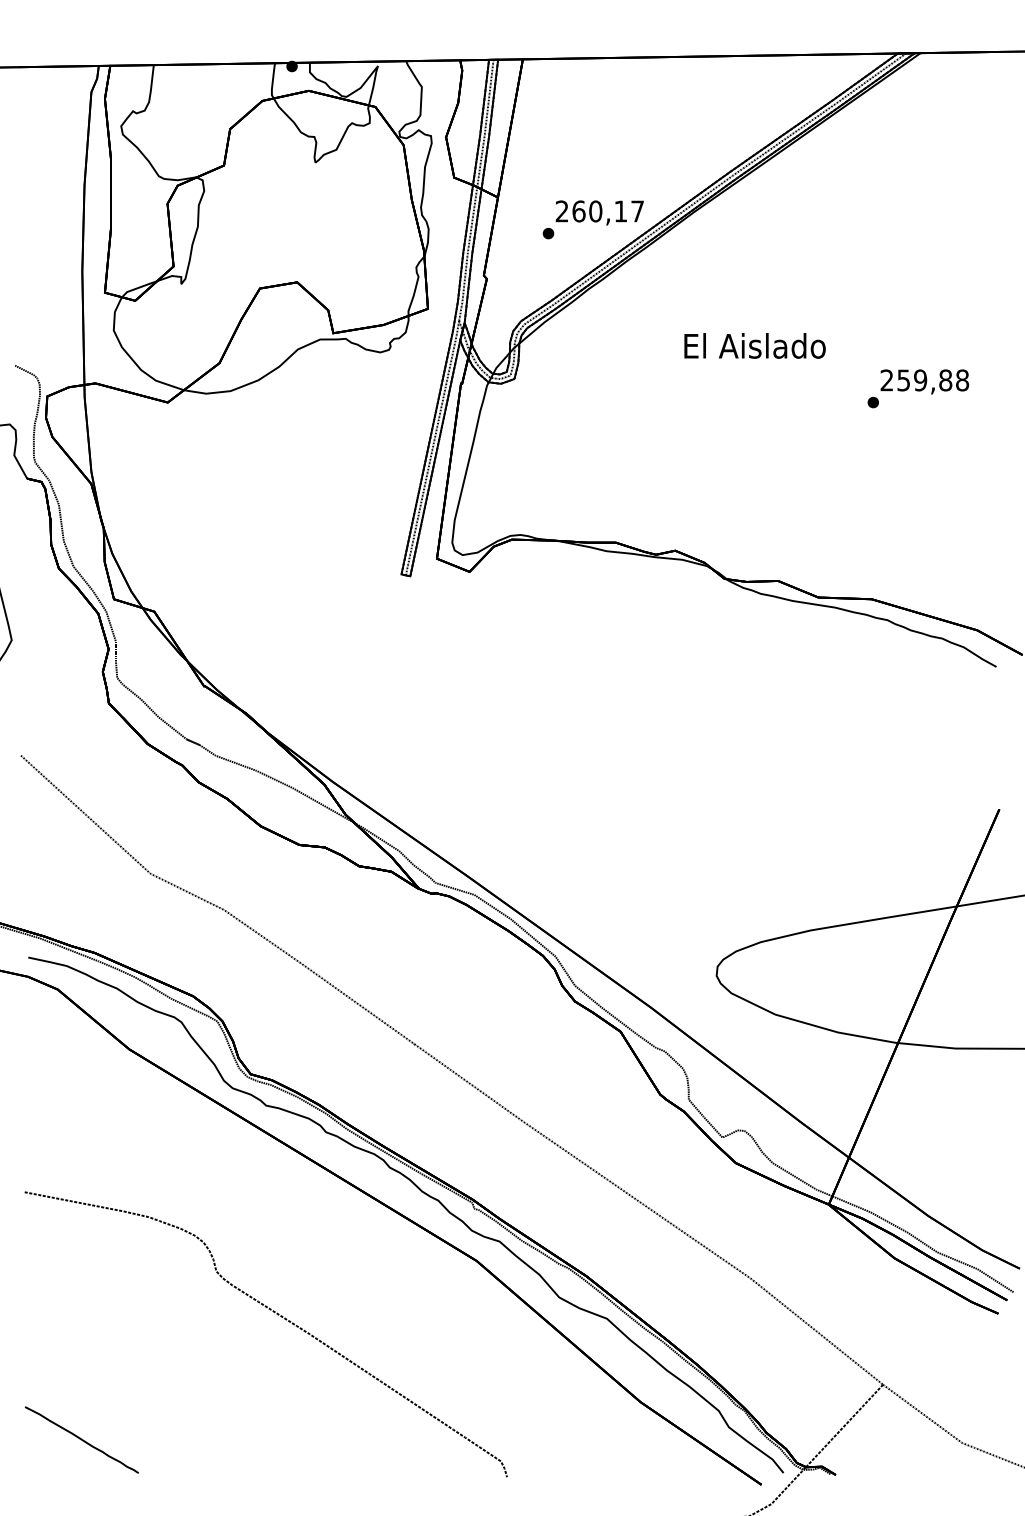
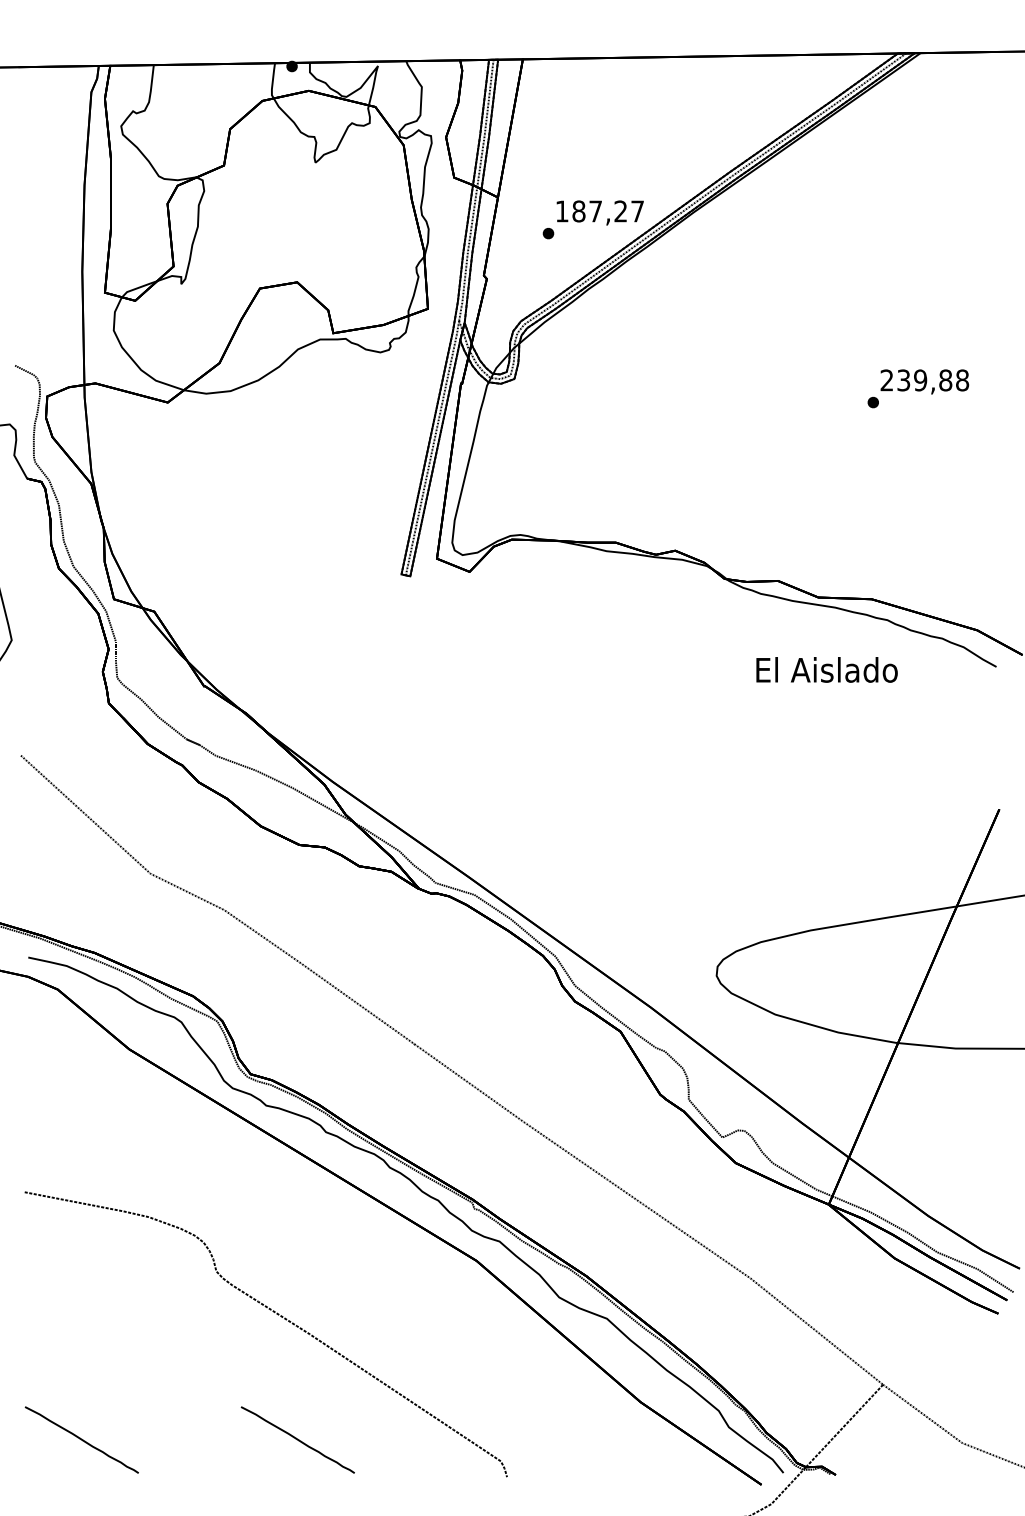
text at (590, 211): 260,17 -> 187,27
text at (754, 345) position: (754, 345) -> (826, 669)
text at (904, 379): 259,88 -> 239,88
curve at (297, 1439): none -> present
